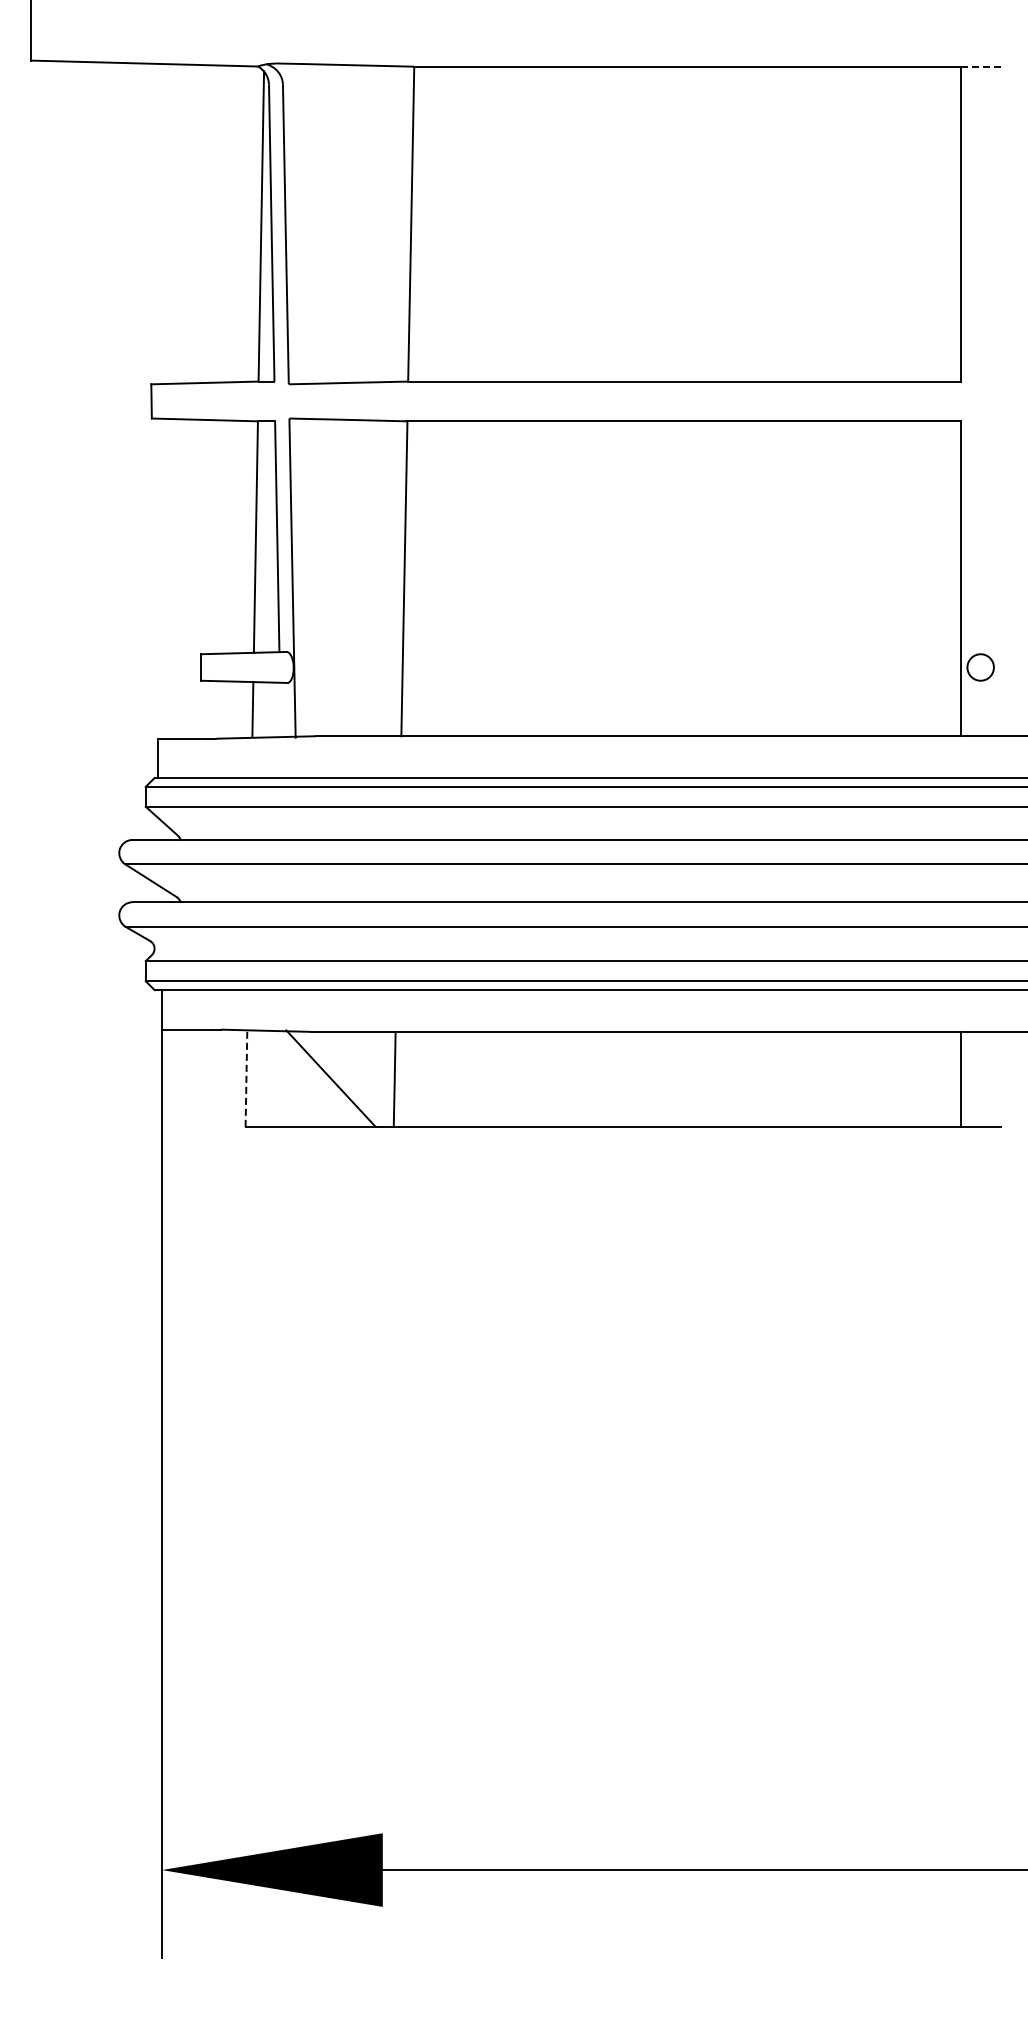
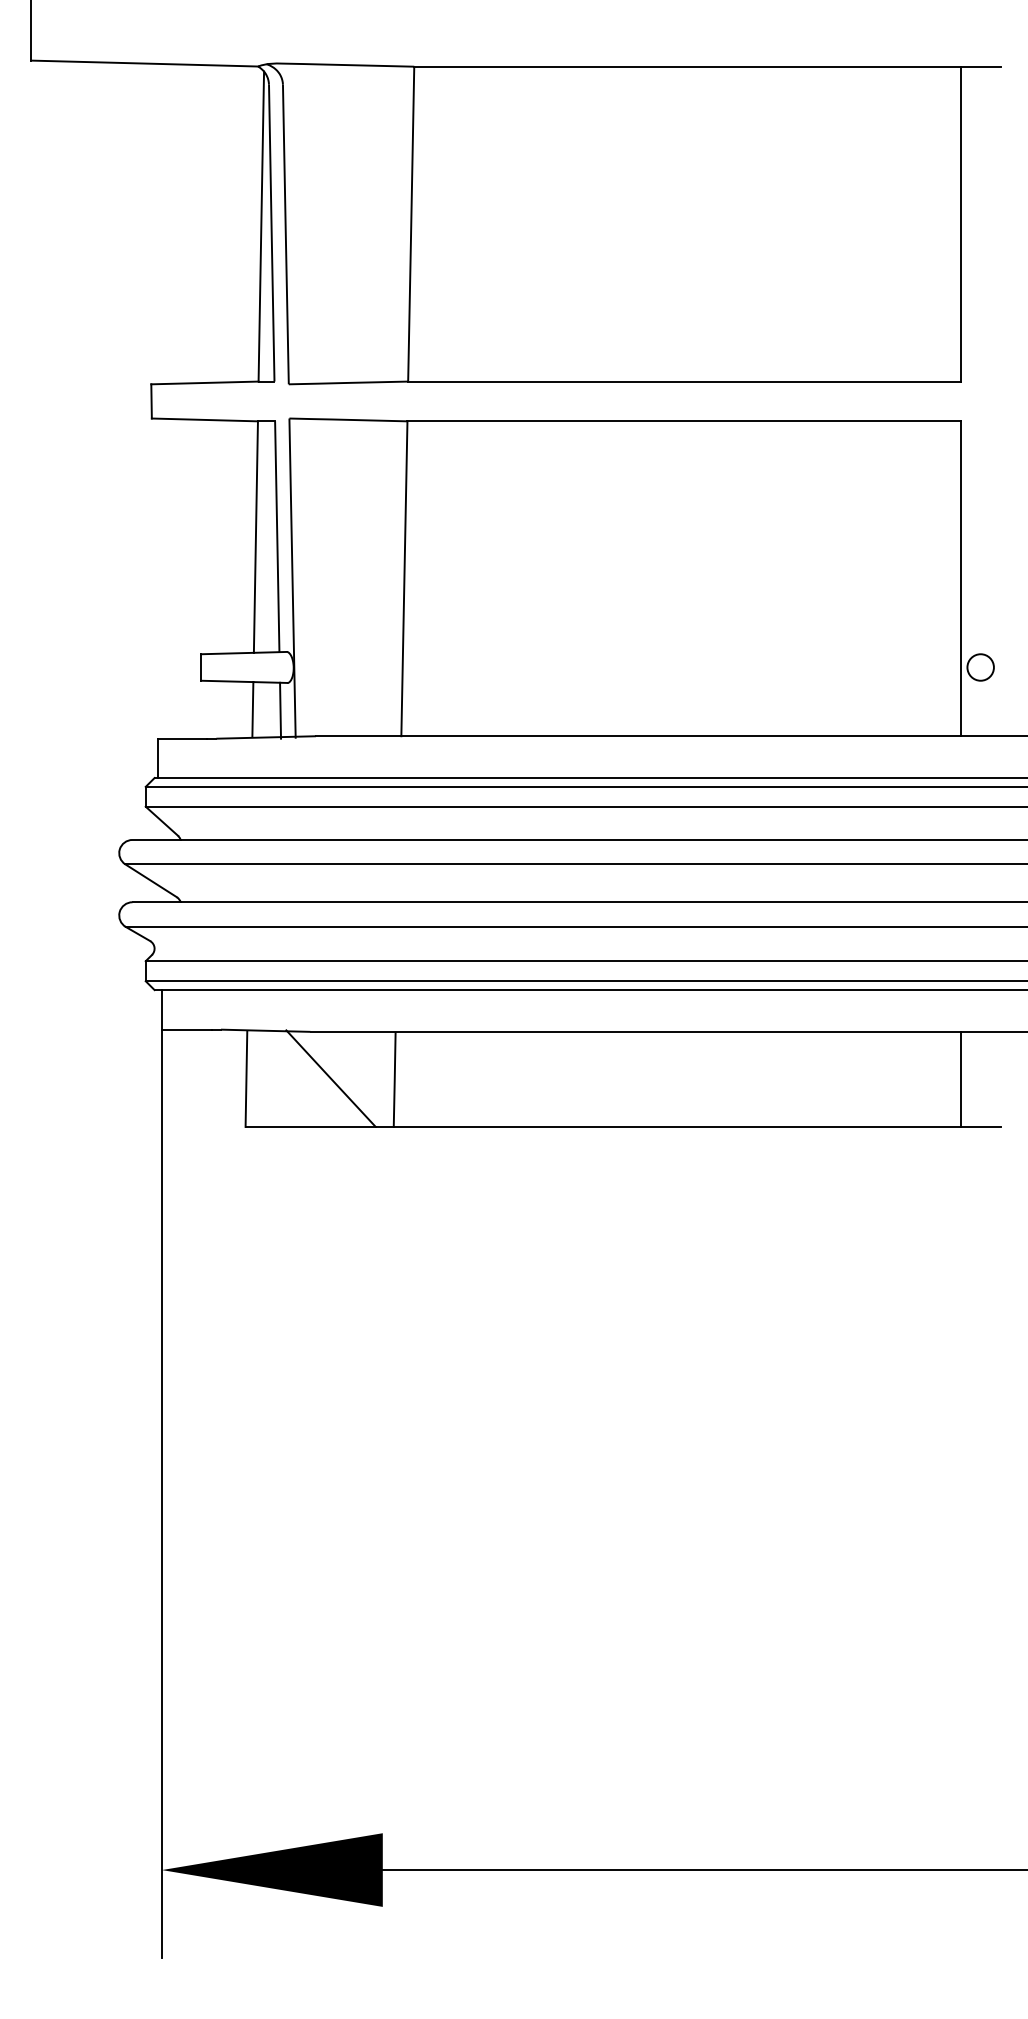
line at (980, 66): dashed -> solid
line at (280, 710): none -> present
line at (246, 1079): dashed -> solid
